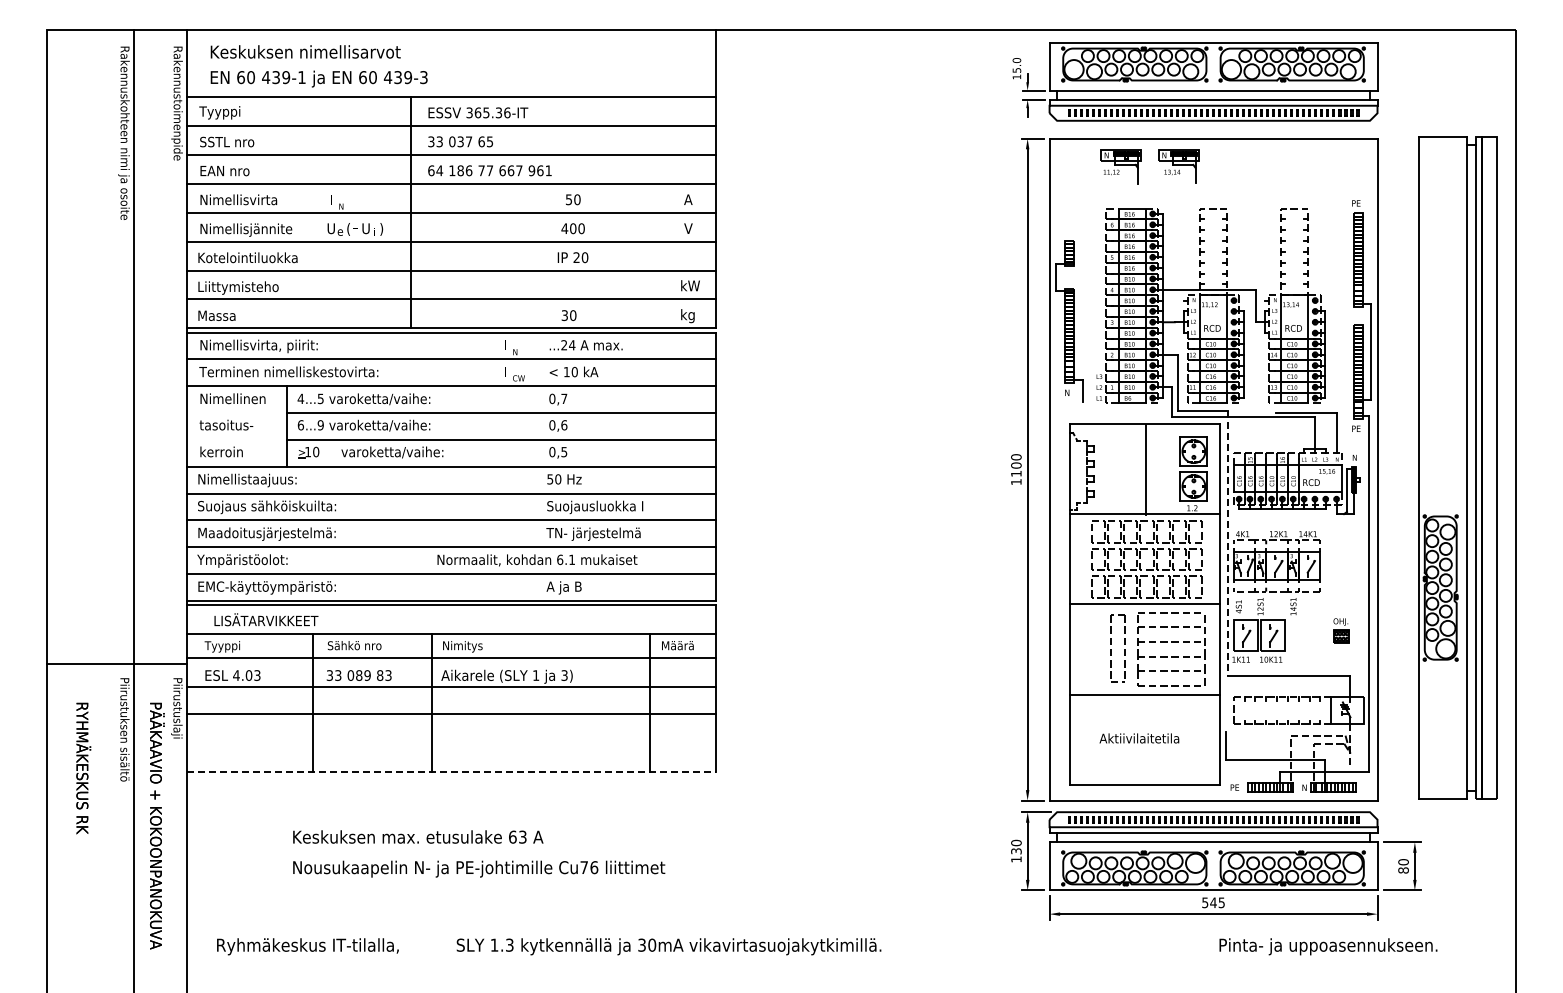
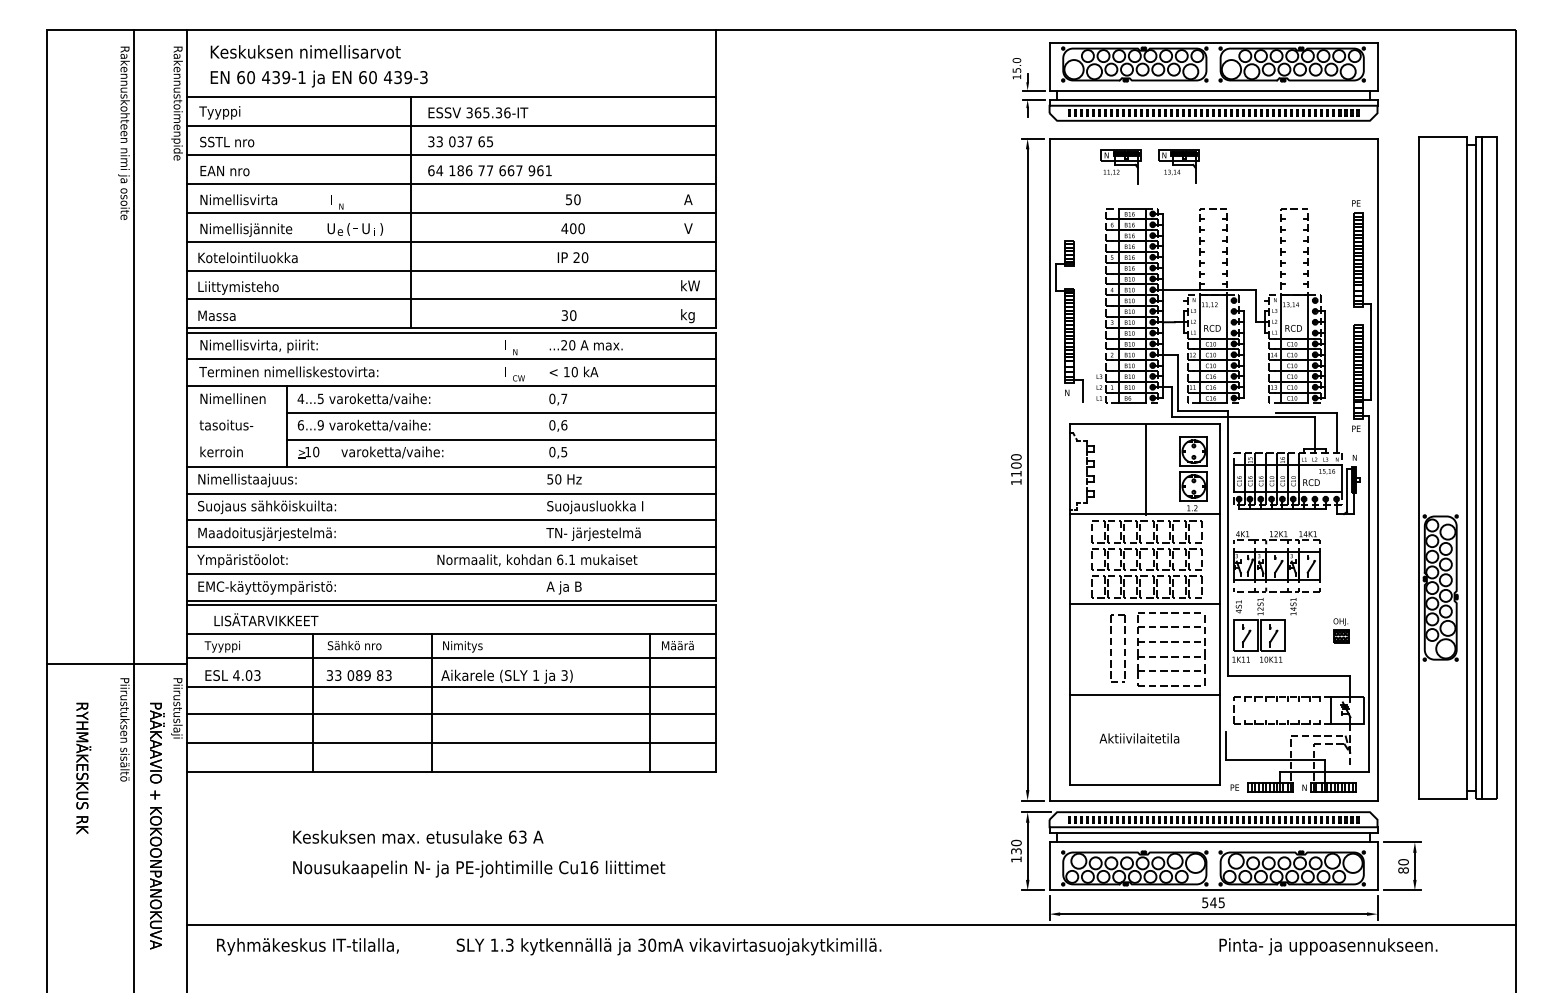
text at (572, 345): ...24 -> ...20
line at (1227, 543): dashed -> solid
line at (451, 742): none -> present
line at (451, 771): dashed -> solid
text at (583, 867): Cu76 -> Cu16
line at (851, 924): none -> present
